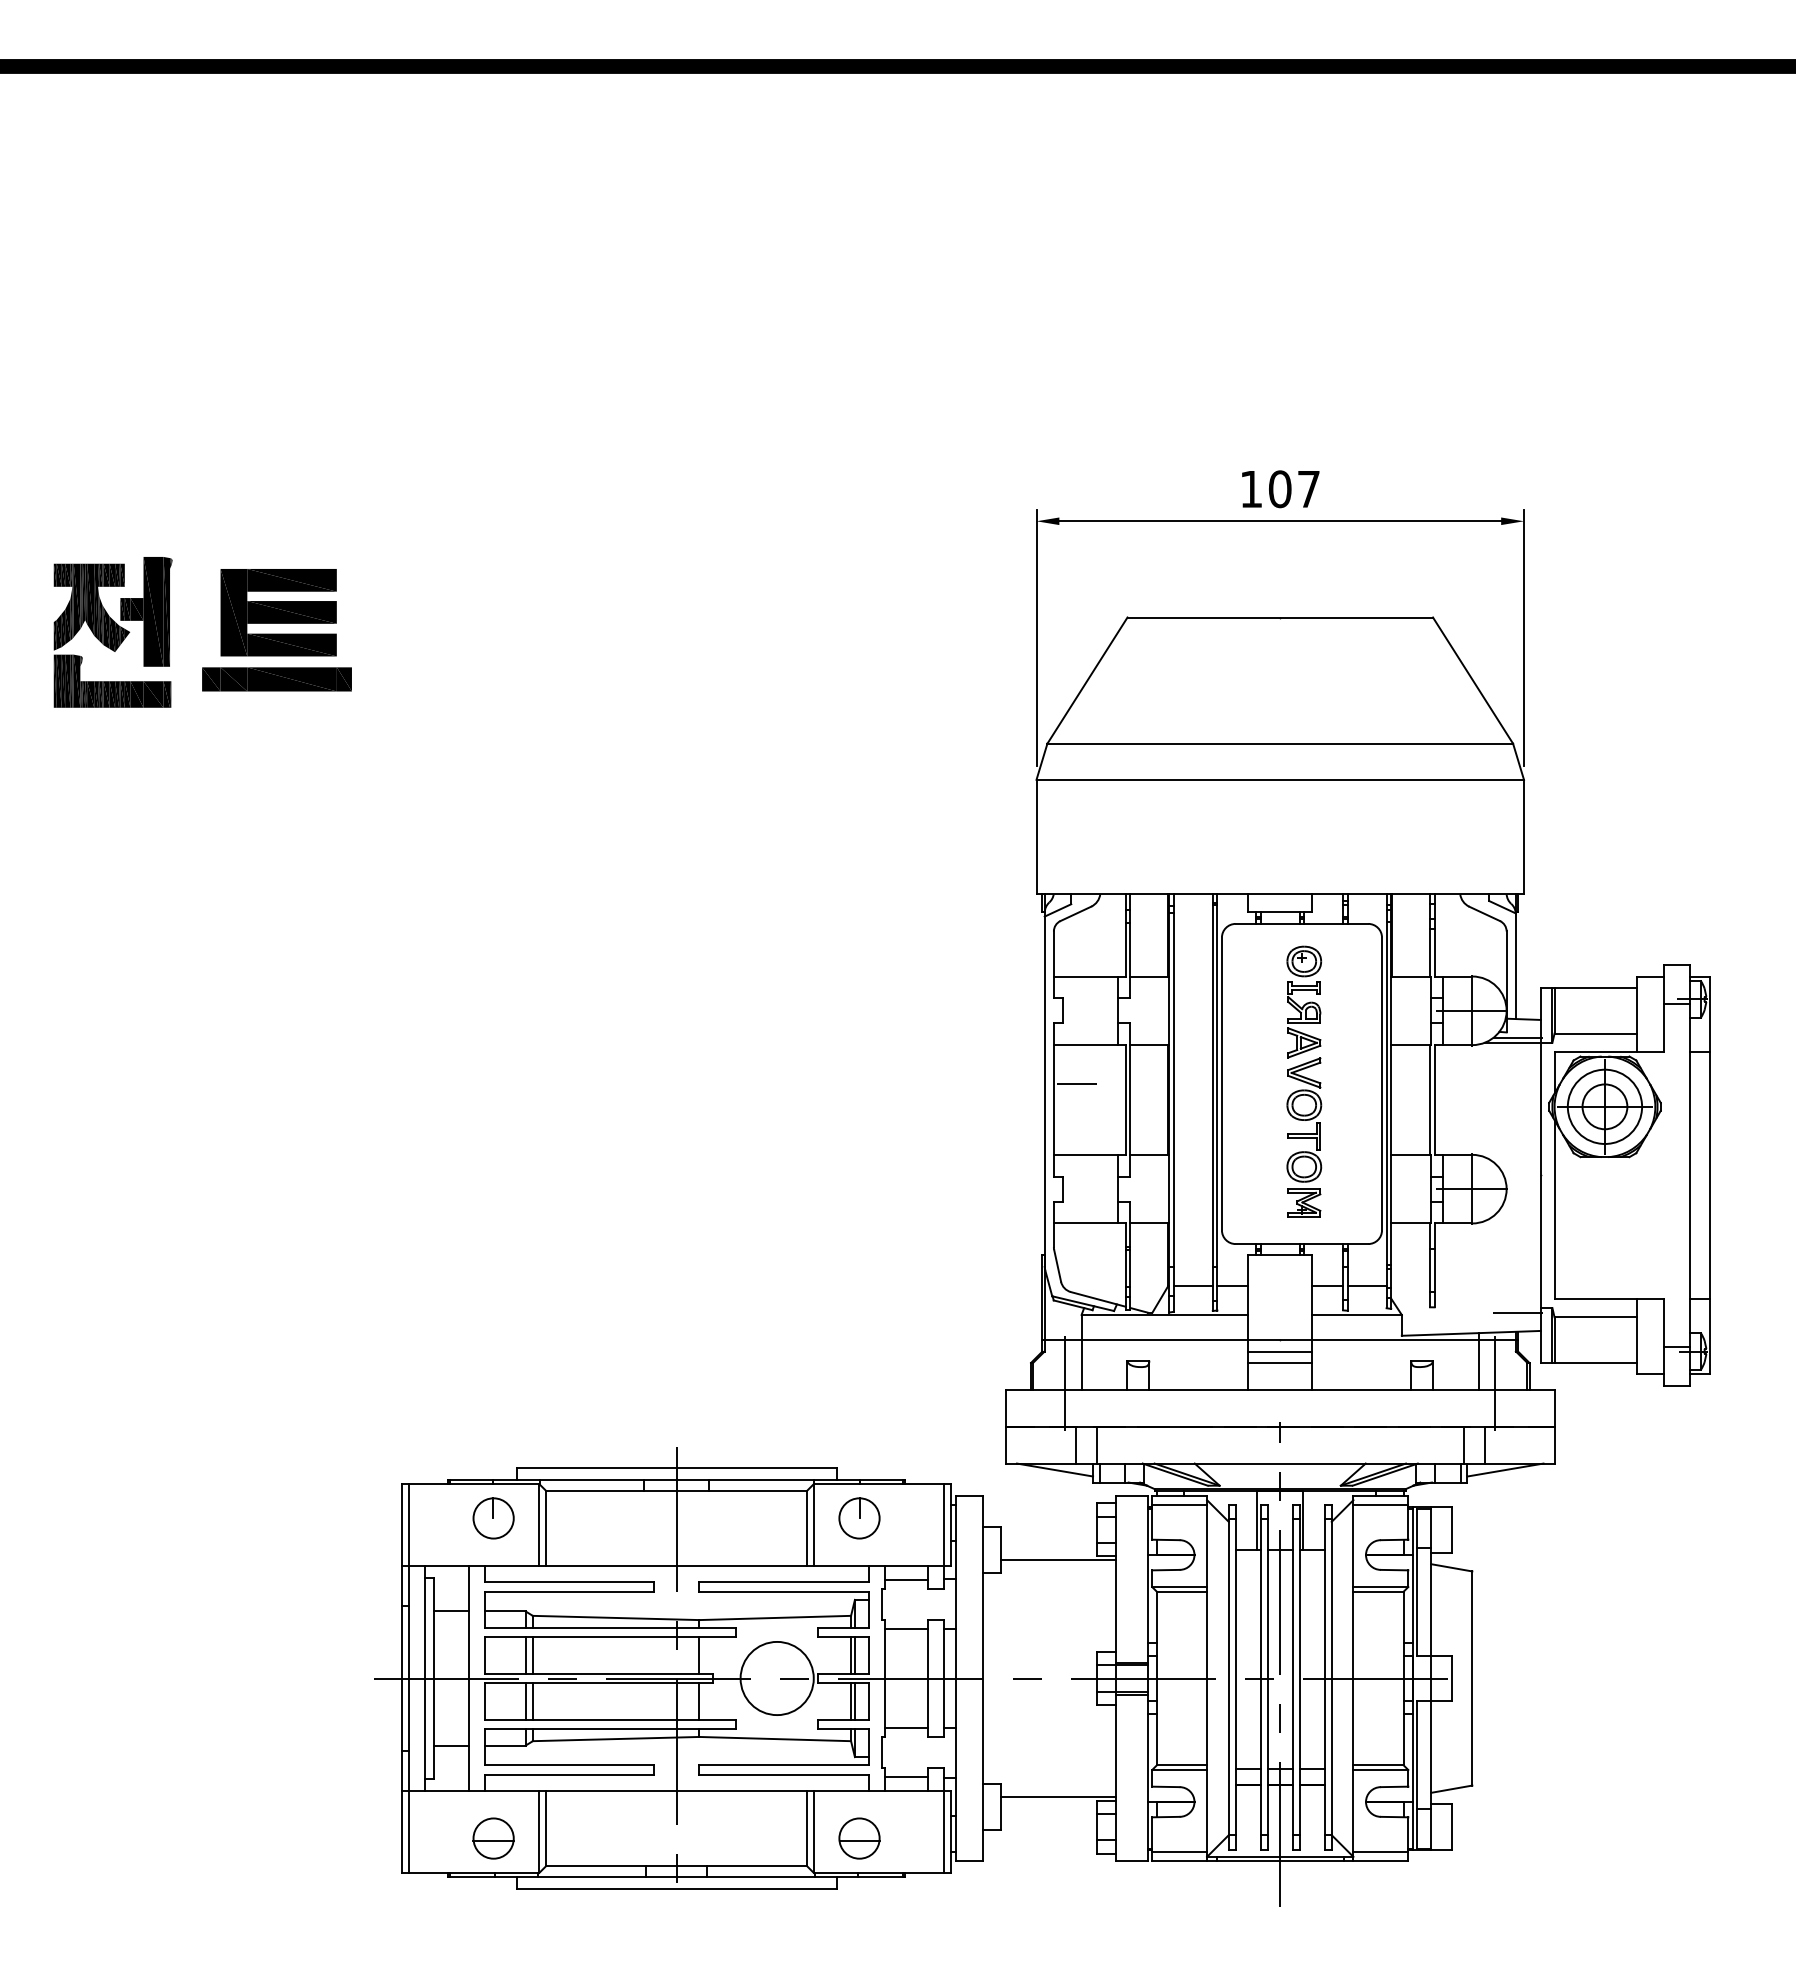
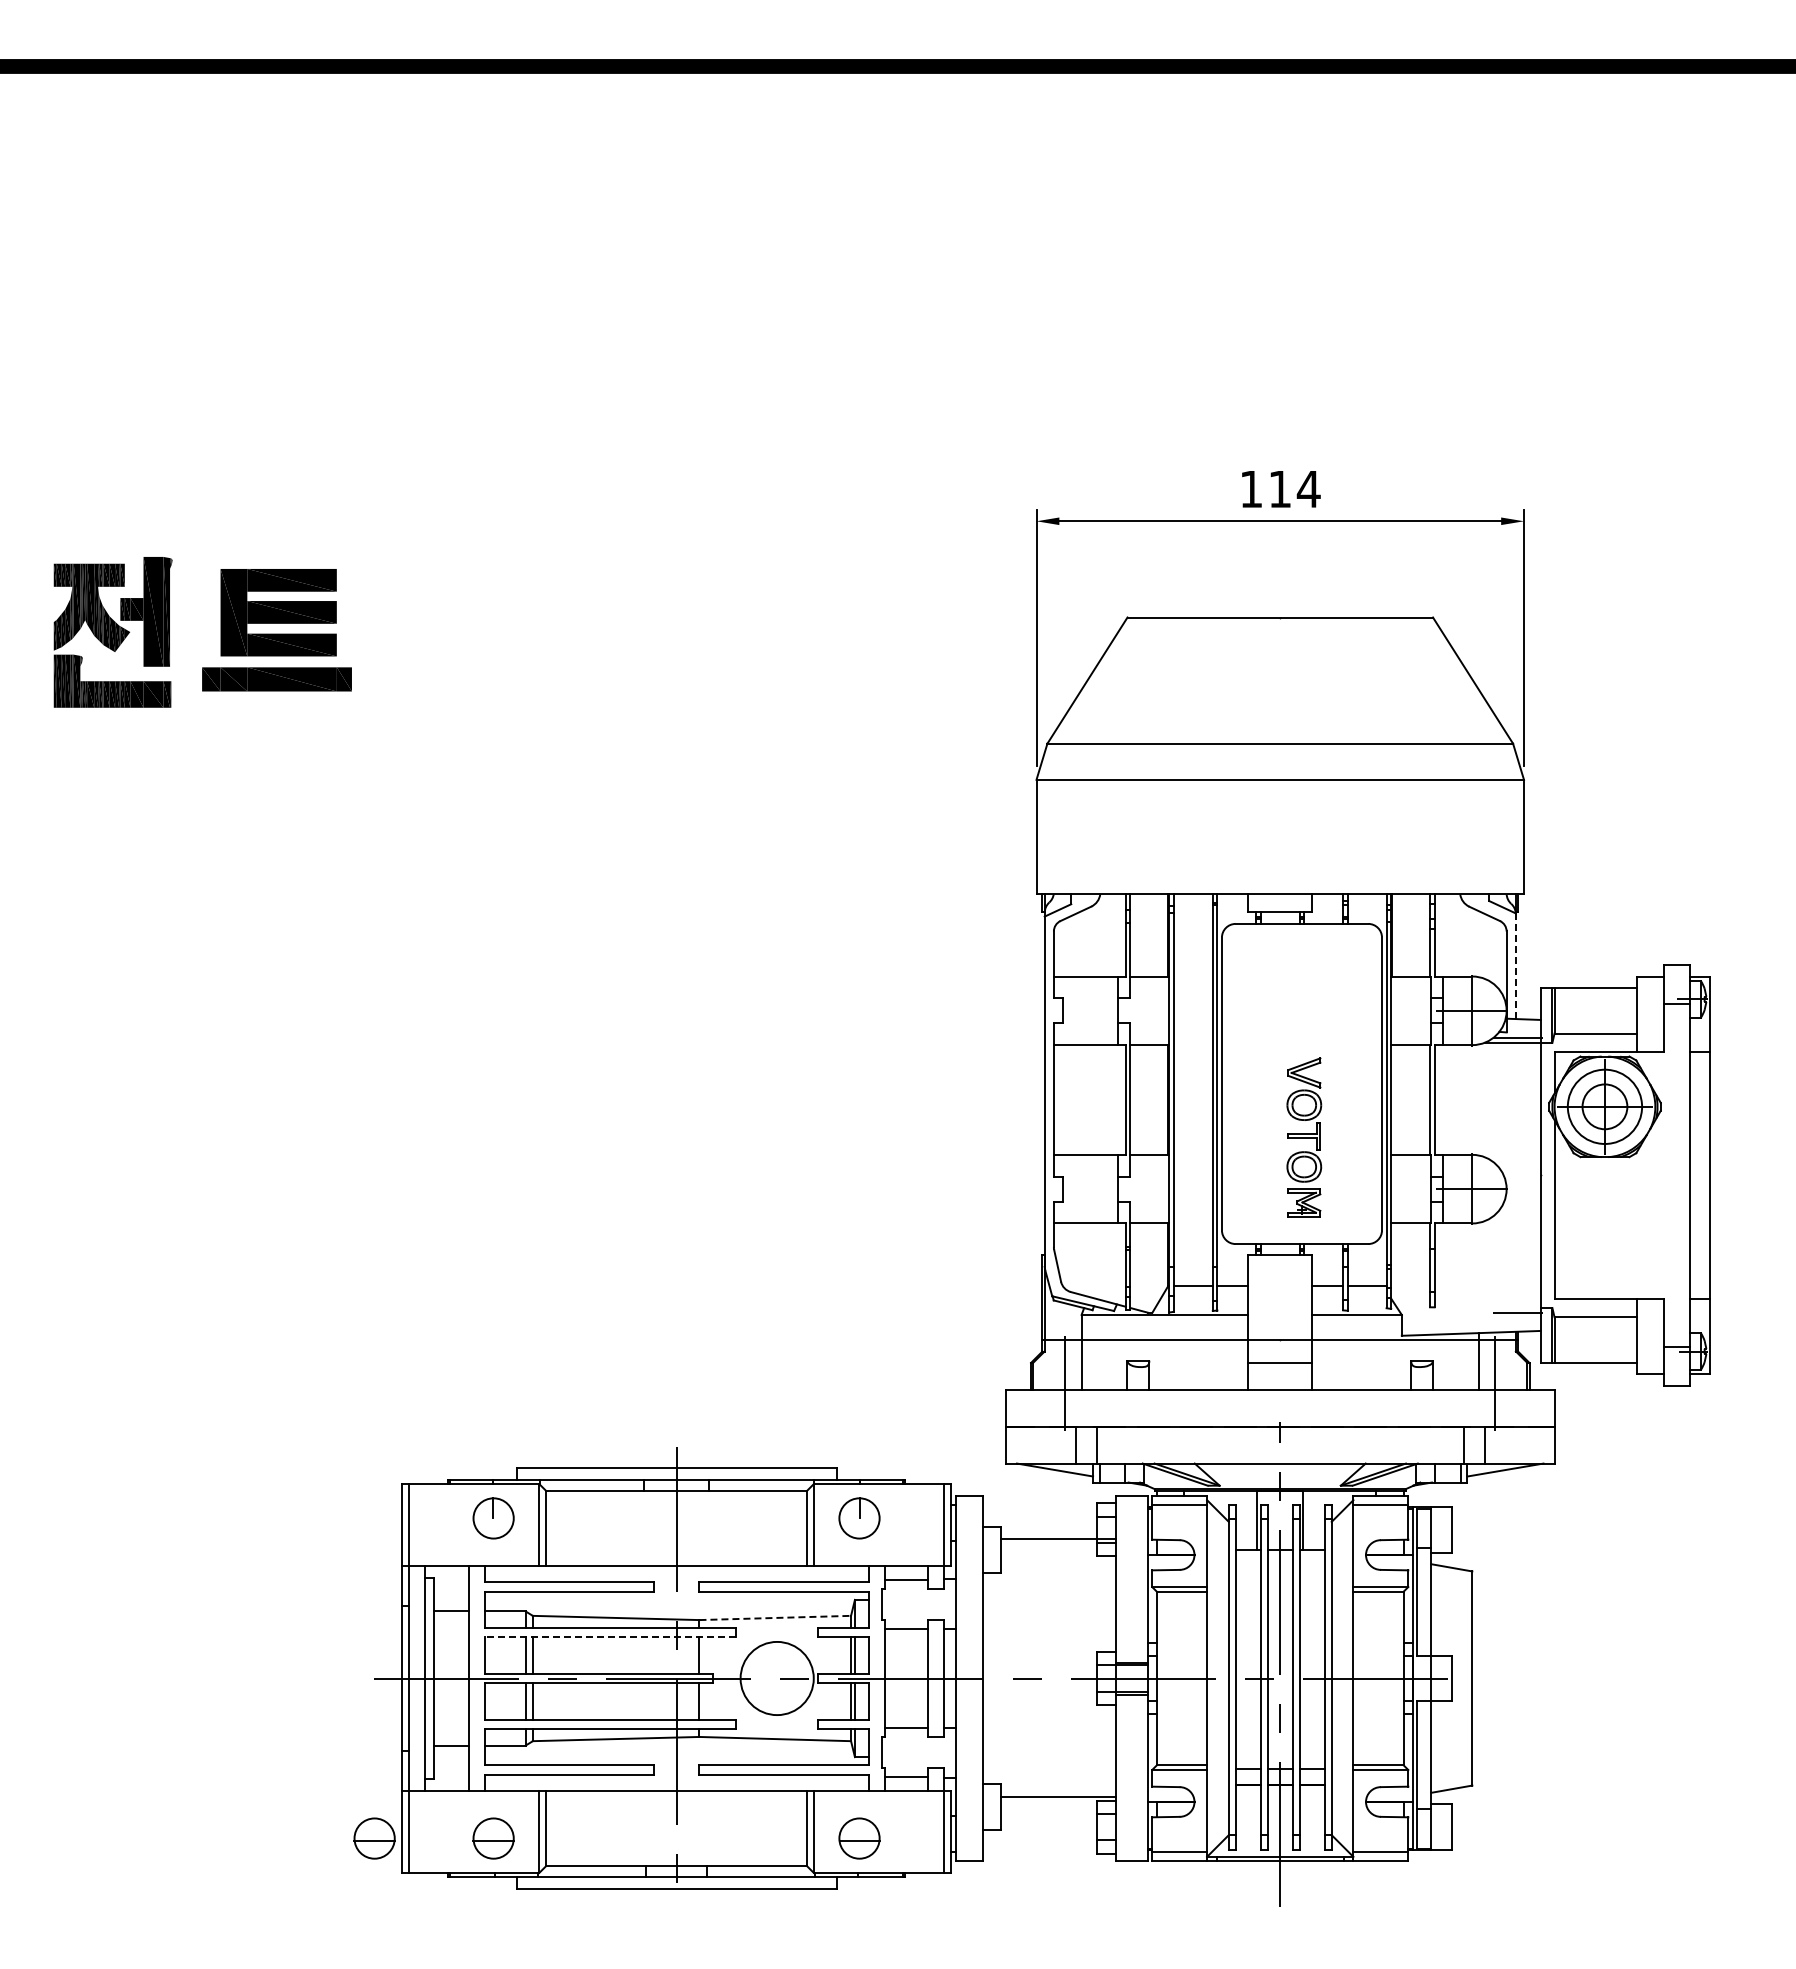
text at (1294, 489): 107 -> 114
line at (1515, 966): solid -> dashed
part at (1303, 1001): present -> none
line at (1076, 1083): present -> none
line at (1280, 1351): present -> none
line at (1058, 1559) position: (1058, 1559) -> (1058, 1538)
line at (775, 1617): solid -> dashed
line at (610, 1637): solid -> dashed
part at (374, 1838): none -> present
